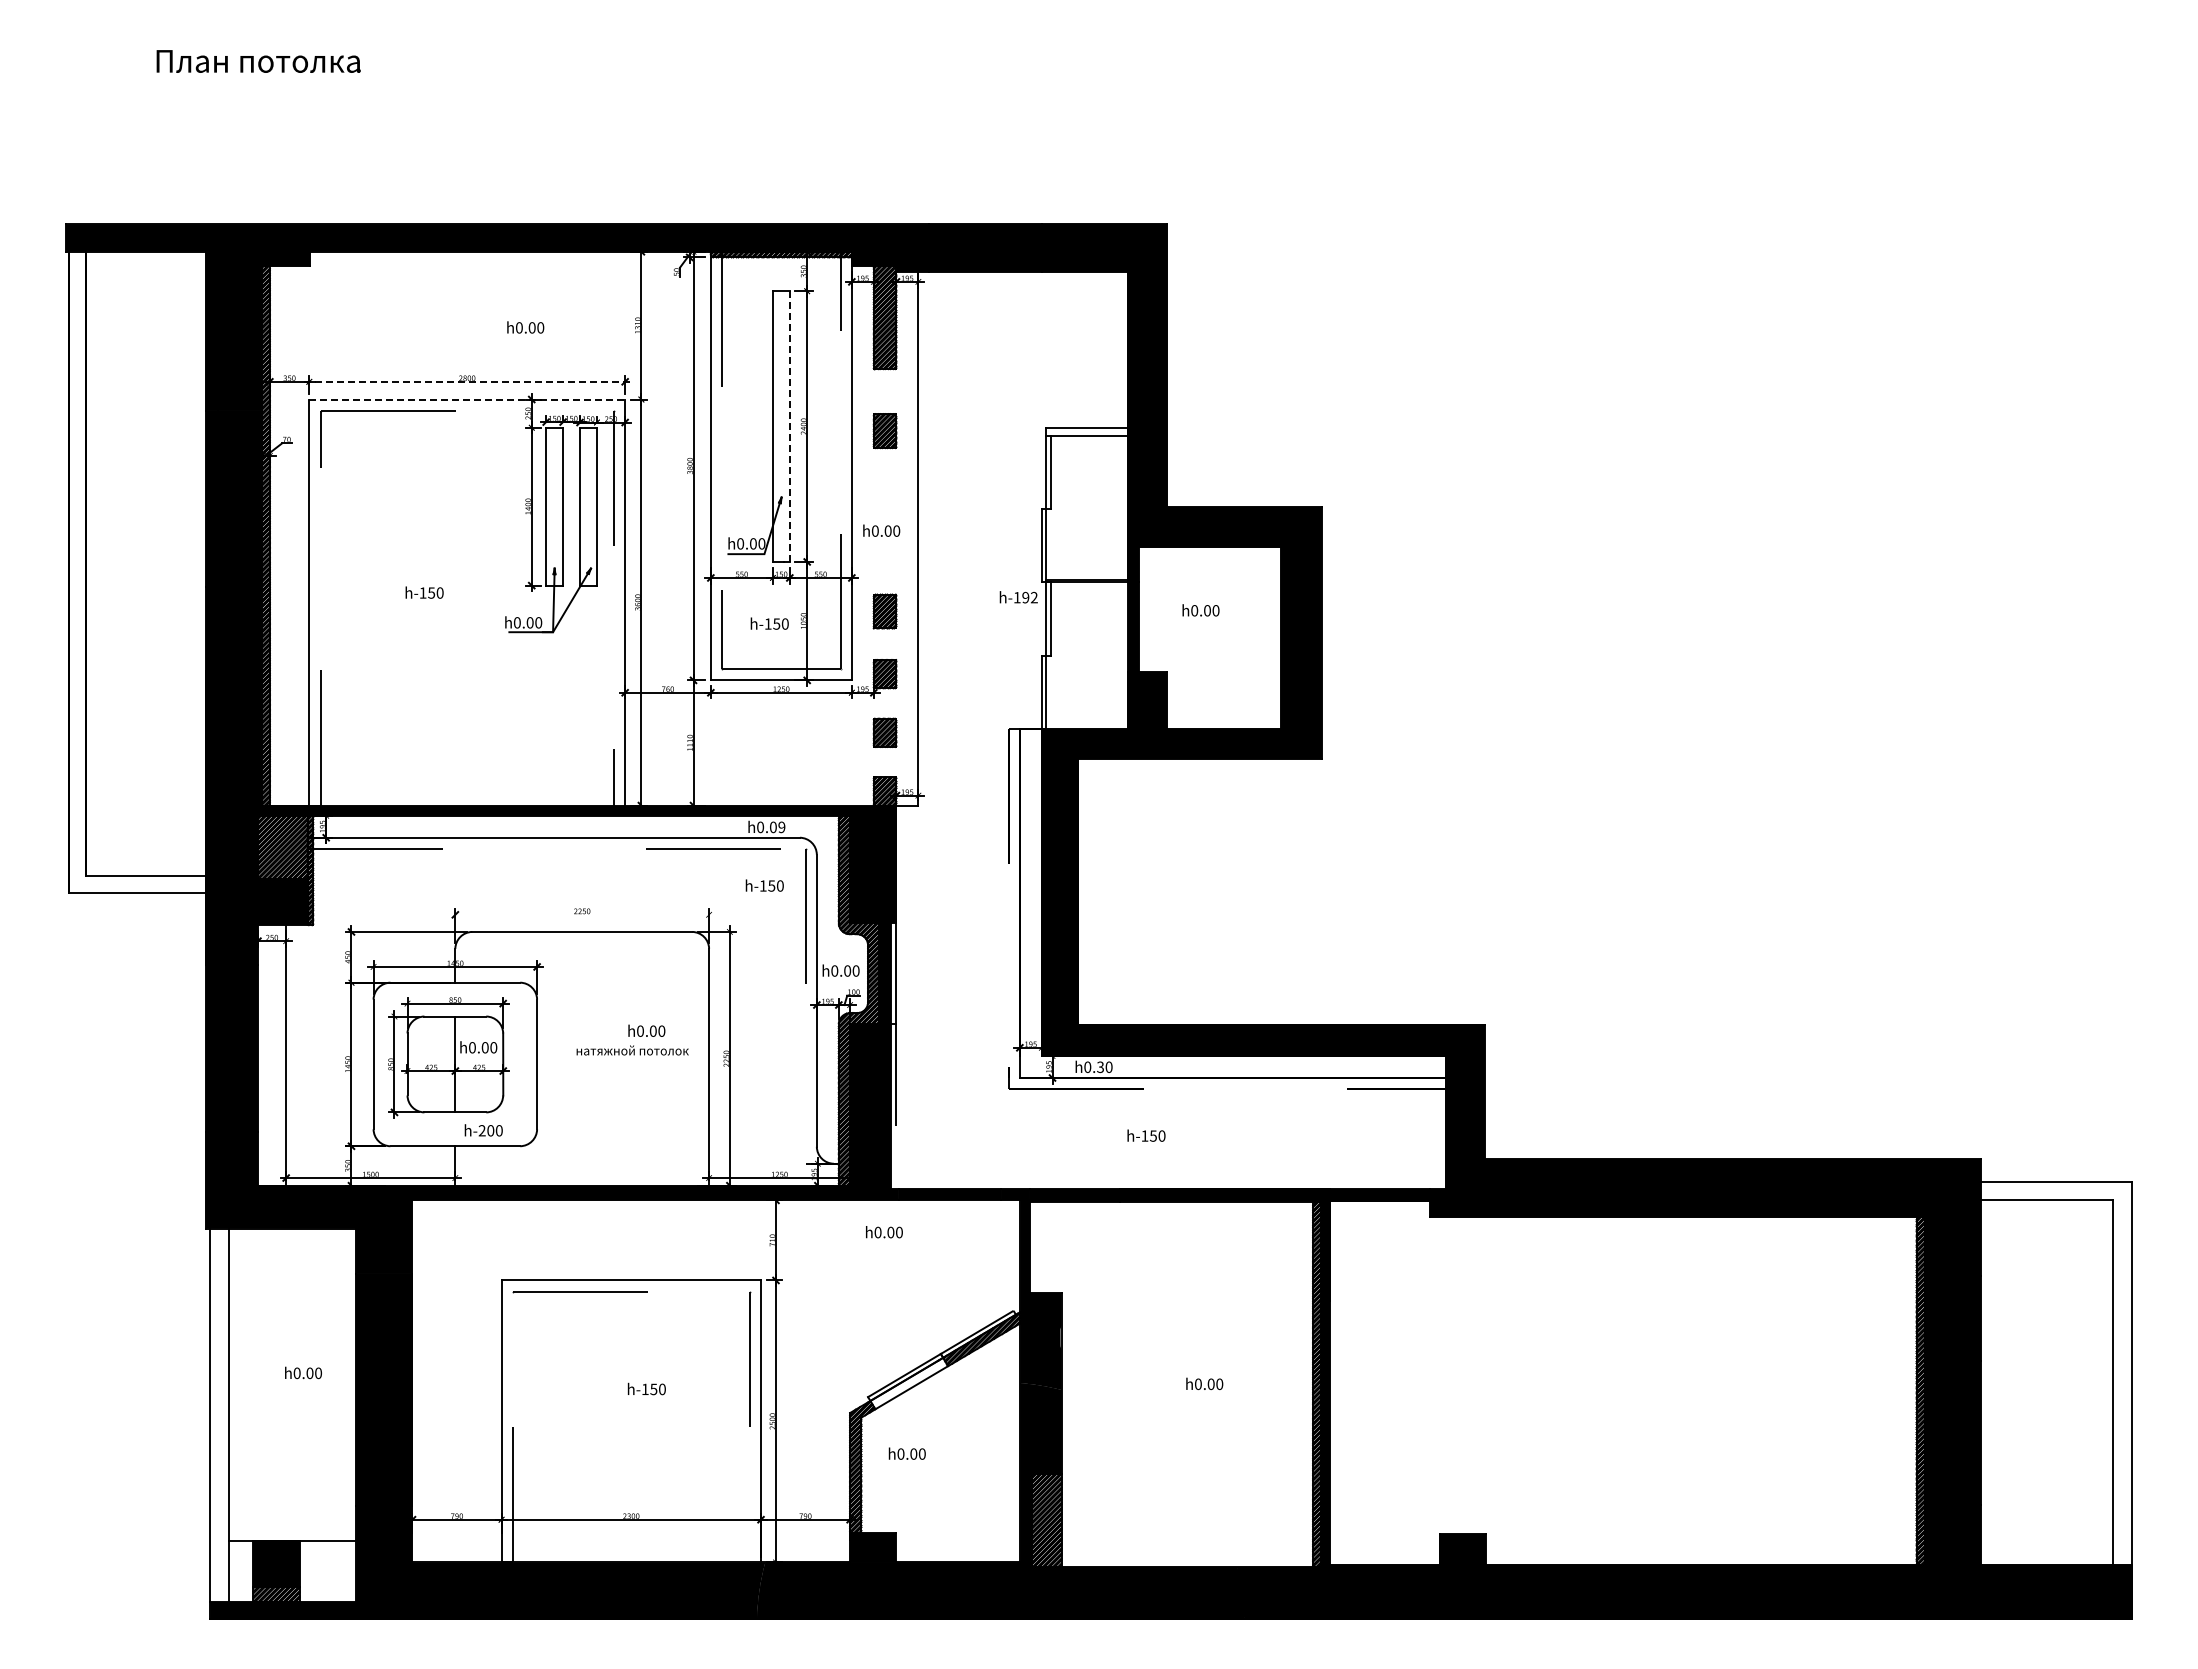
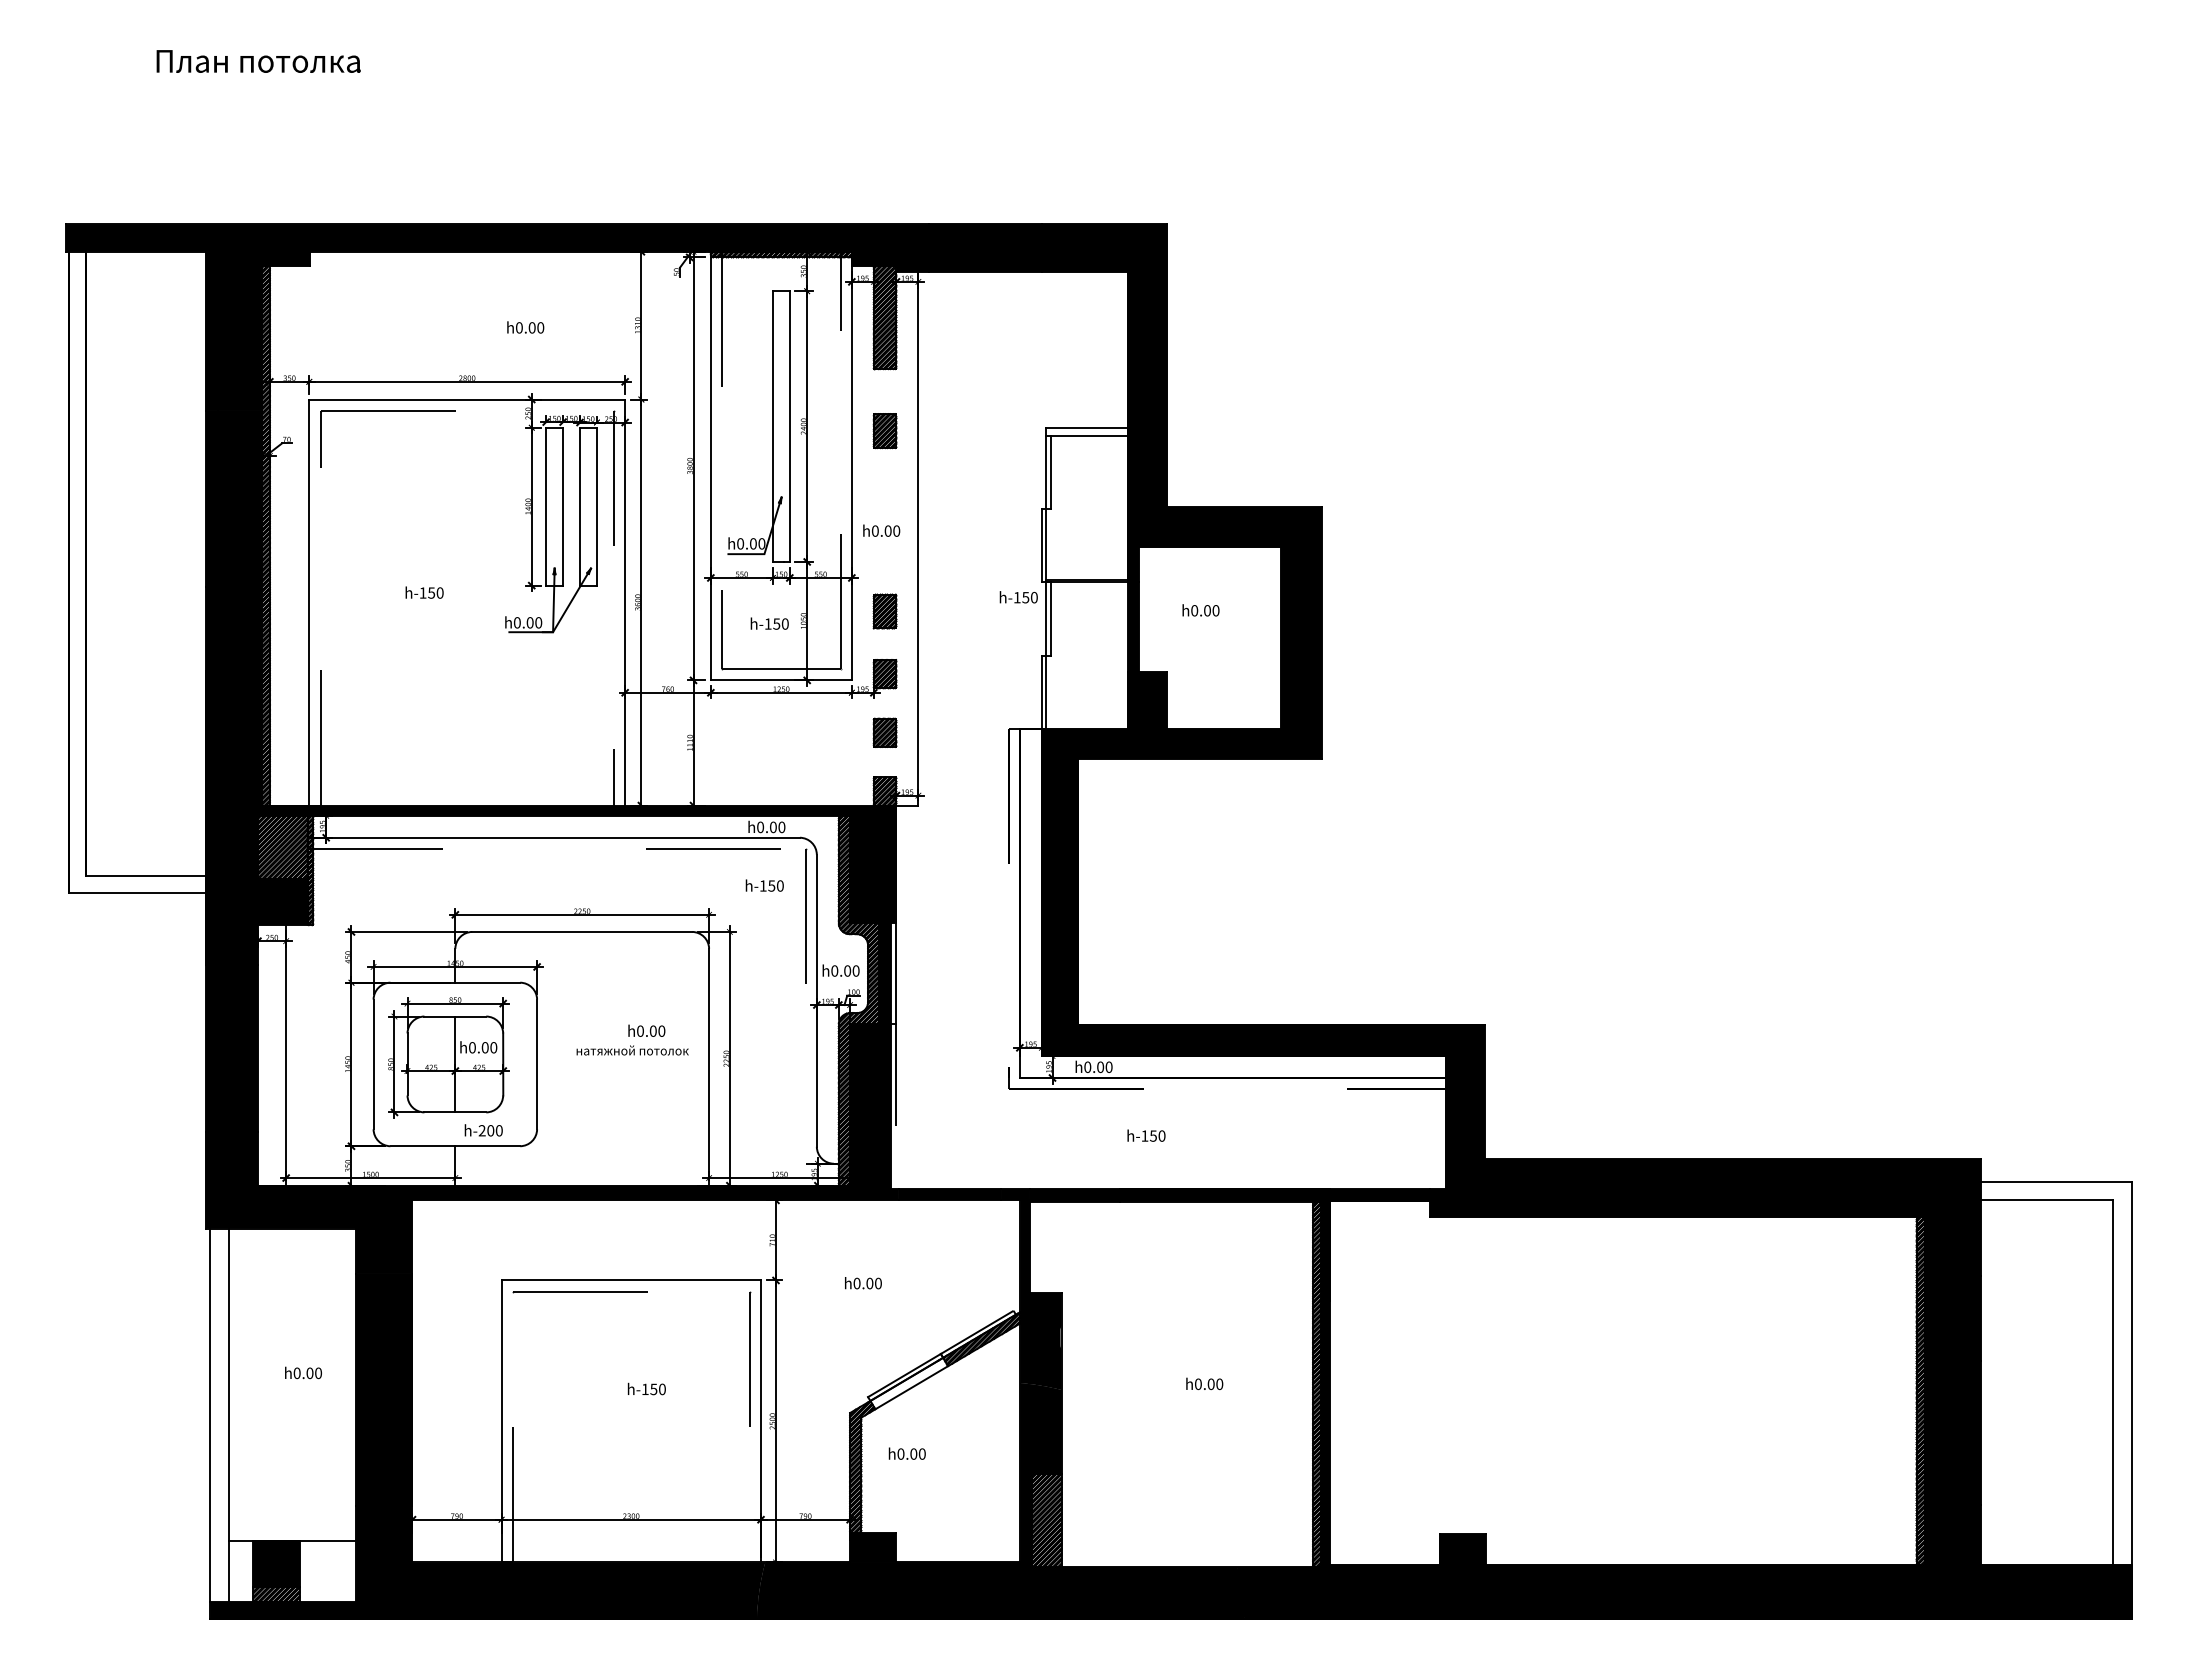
line at (467, 381): dashed -> solid
line at (467, 399): dashed -> solid
line at (789, 426): dashed -> solid
text at (1029, 597): h-192 -> h-150
text at (781, 827): h0.09 -> h0.00
line at (581, 914): none -> present
text at (1100, 1066): h0.30 -> h0.00
text at (884, 1232) position: (884, 1232) -> (863, 1283)
